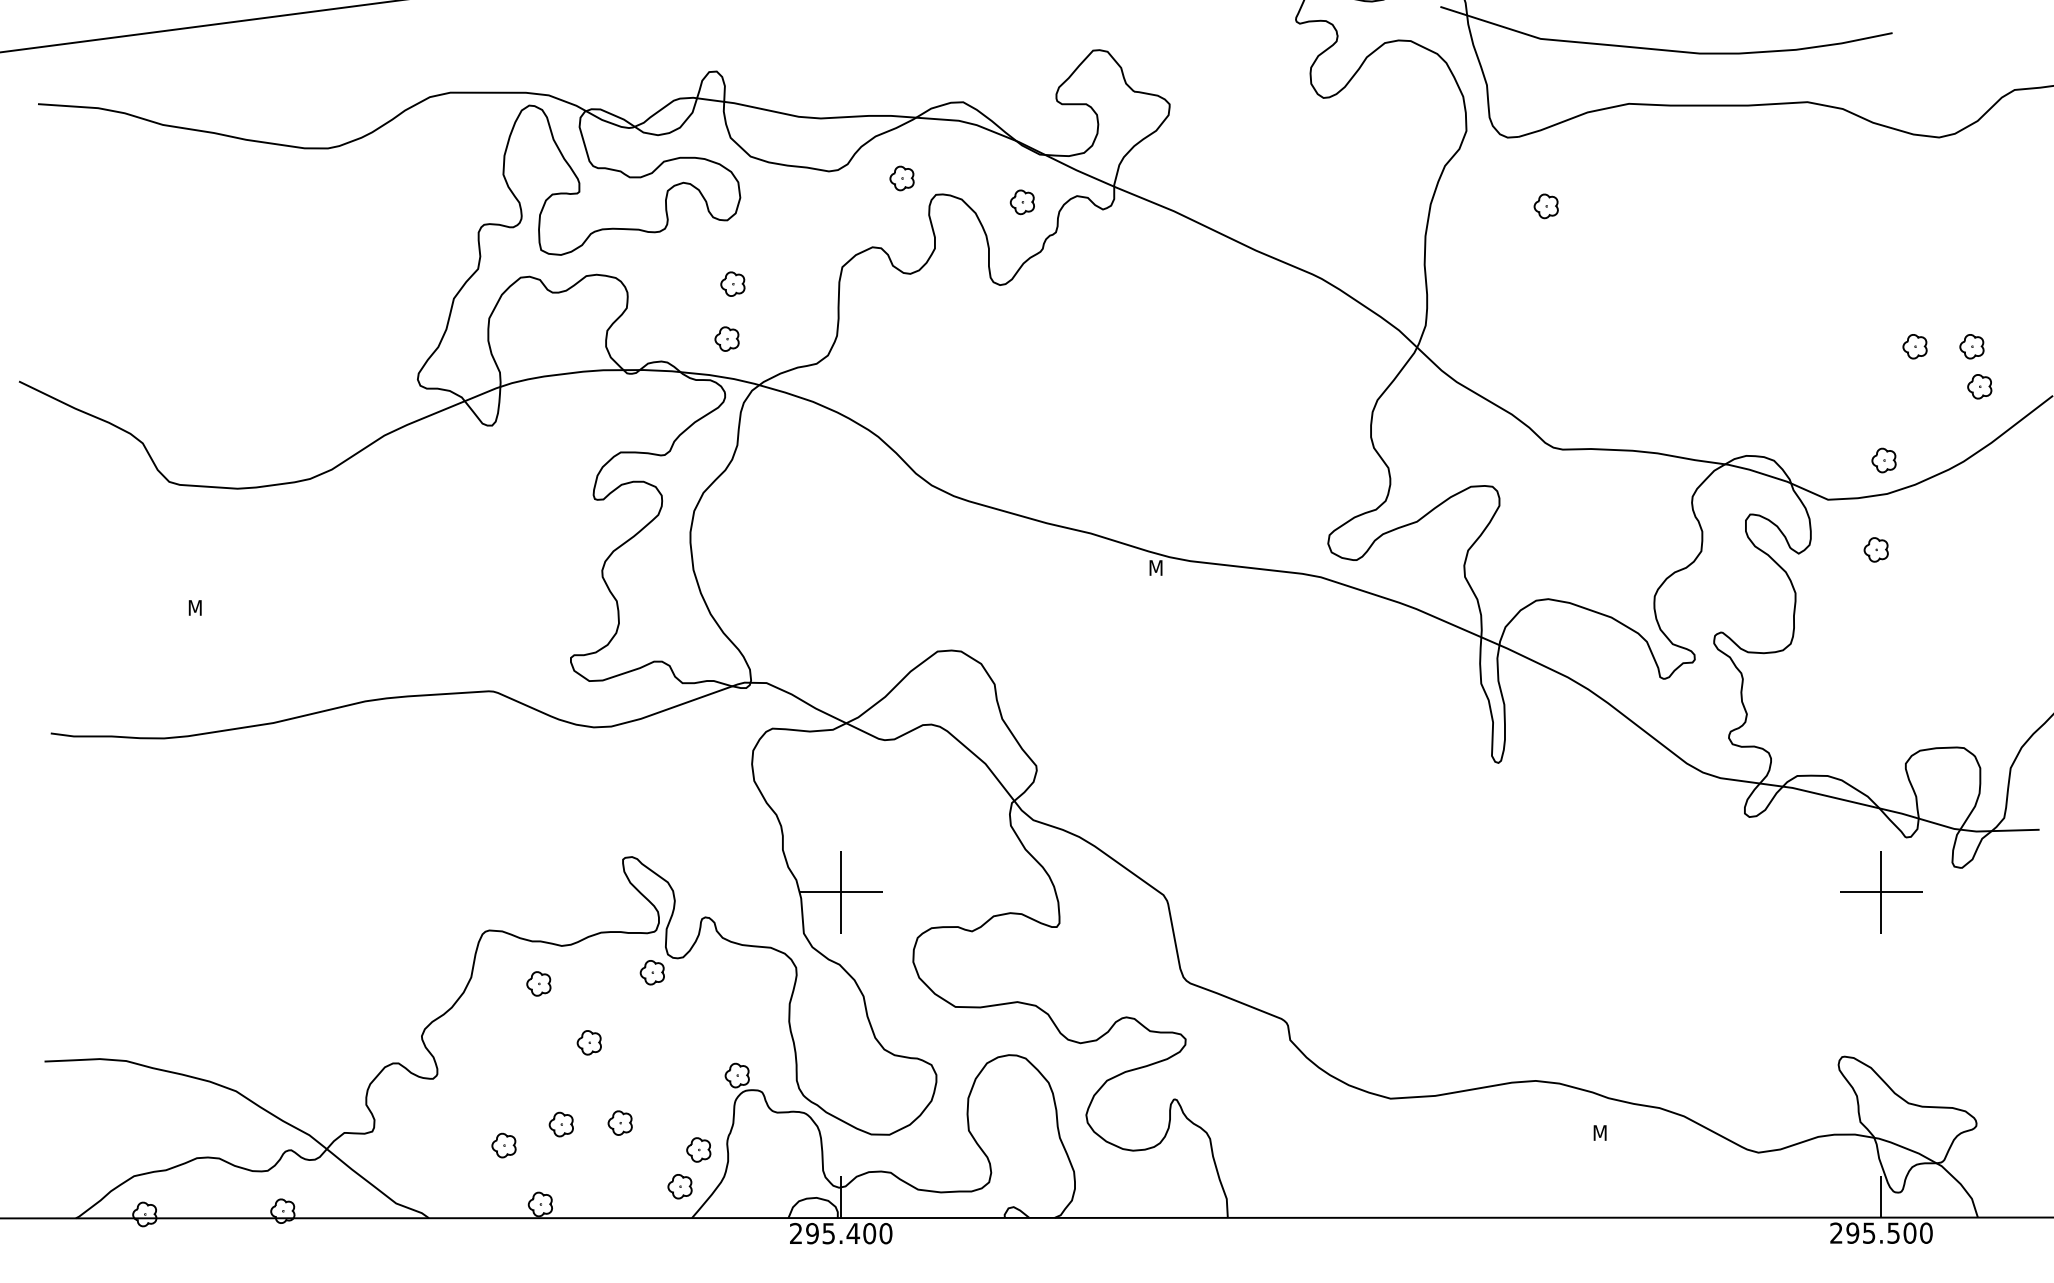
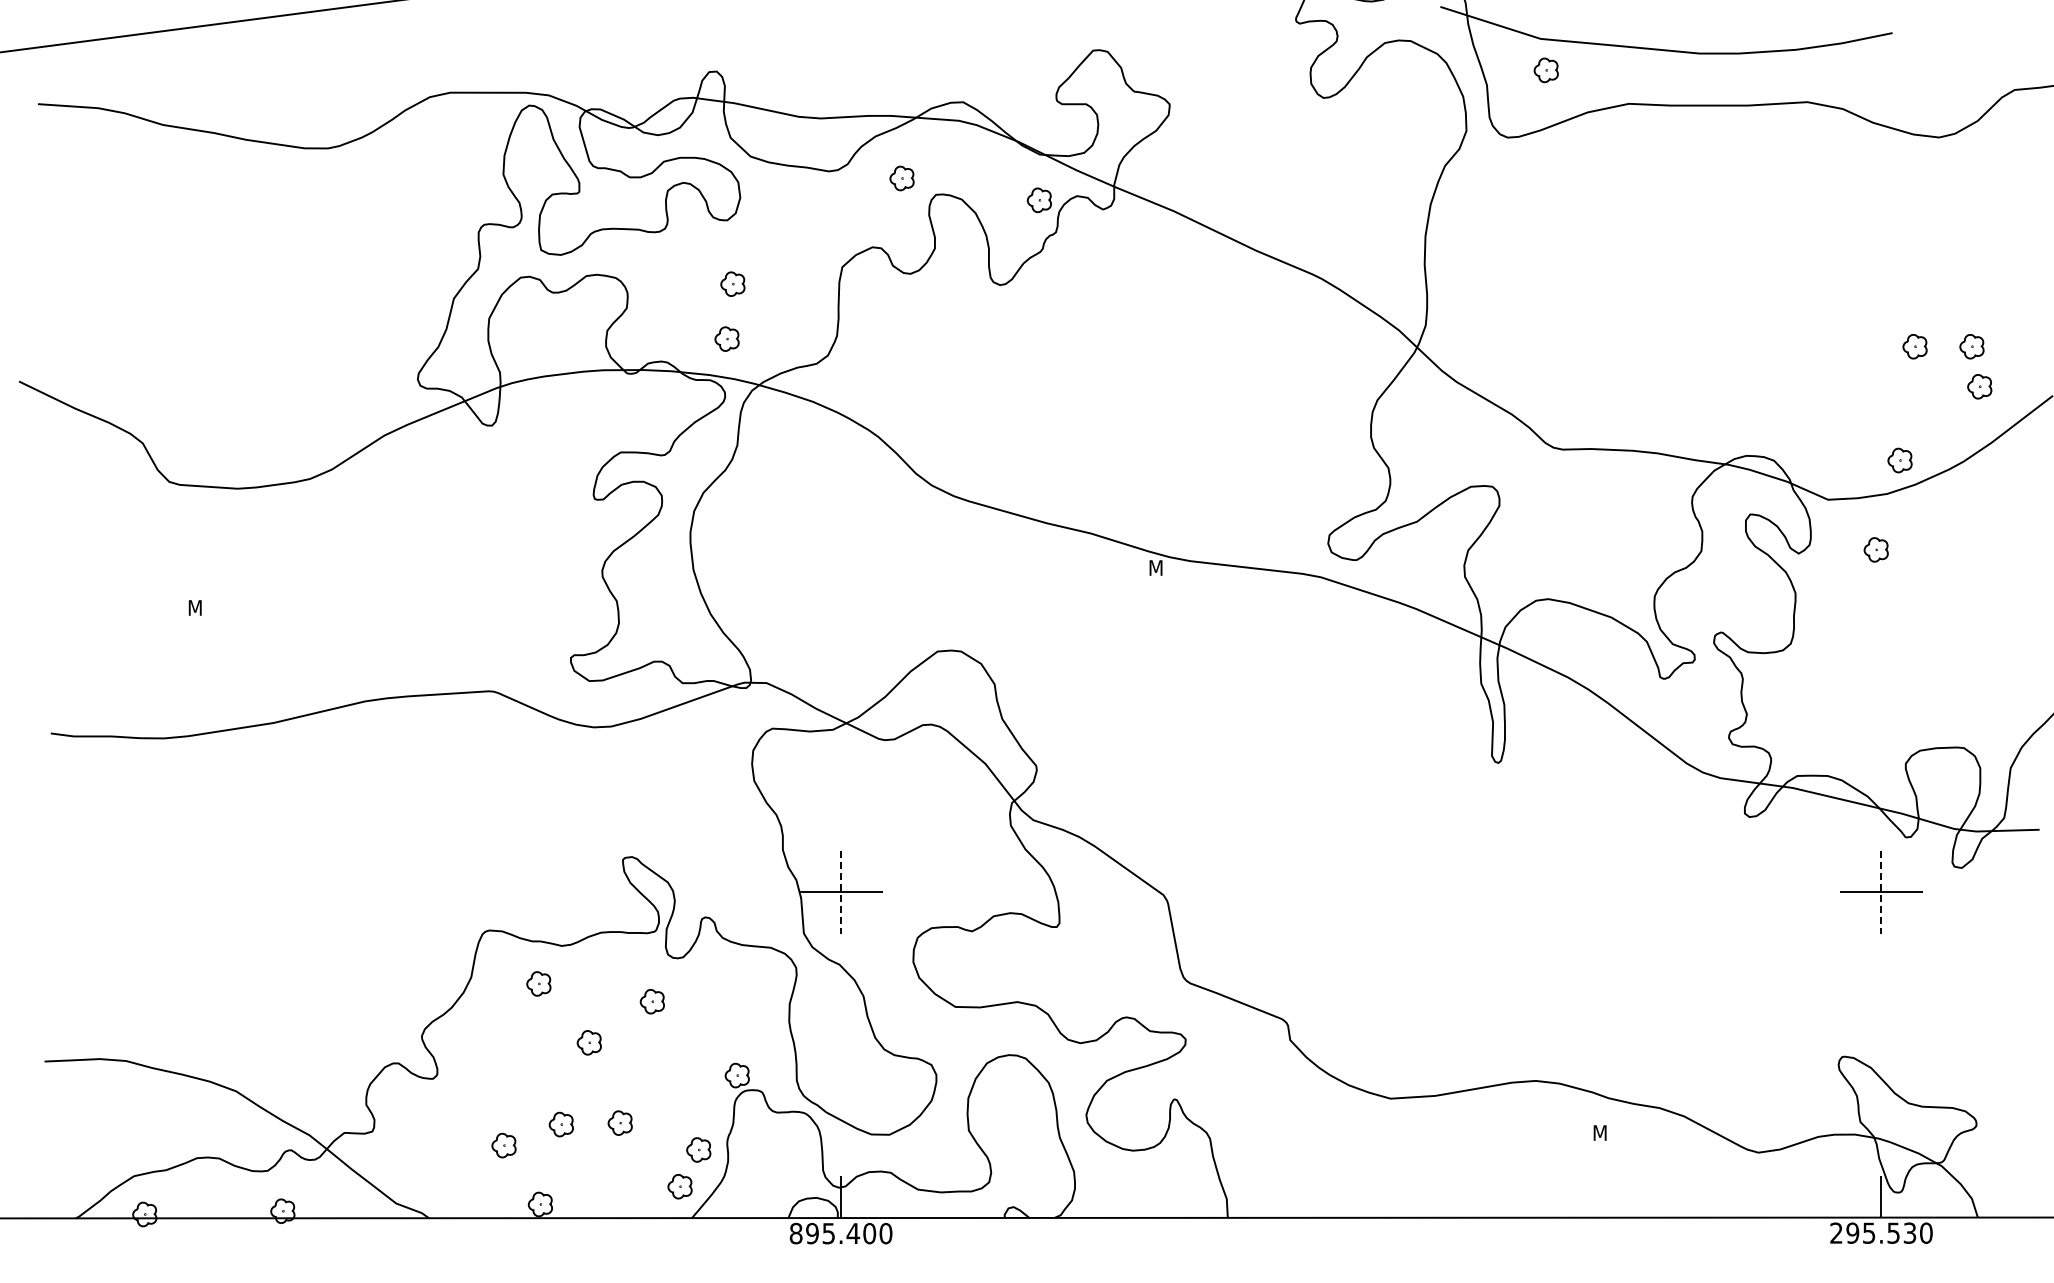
part at (1021, 202) position: (1021, 202) -> (1038, 200)
part at (1545, 206) position: (1545, 206) -> (1545, 70)
part at (1883, 460) position: (1883, 460) -> (1899, 460)
line at (841, 892): solid -> dashed
line at (1881, 892): solid -> dashed
part at (651, 972) position: (651, 972) -> (651, 1001)
text at (1909, 1232): 295.500 -> 295.530
text at (795, 1233): 295.400 -> 895.400
